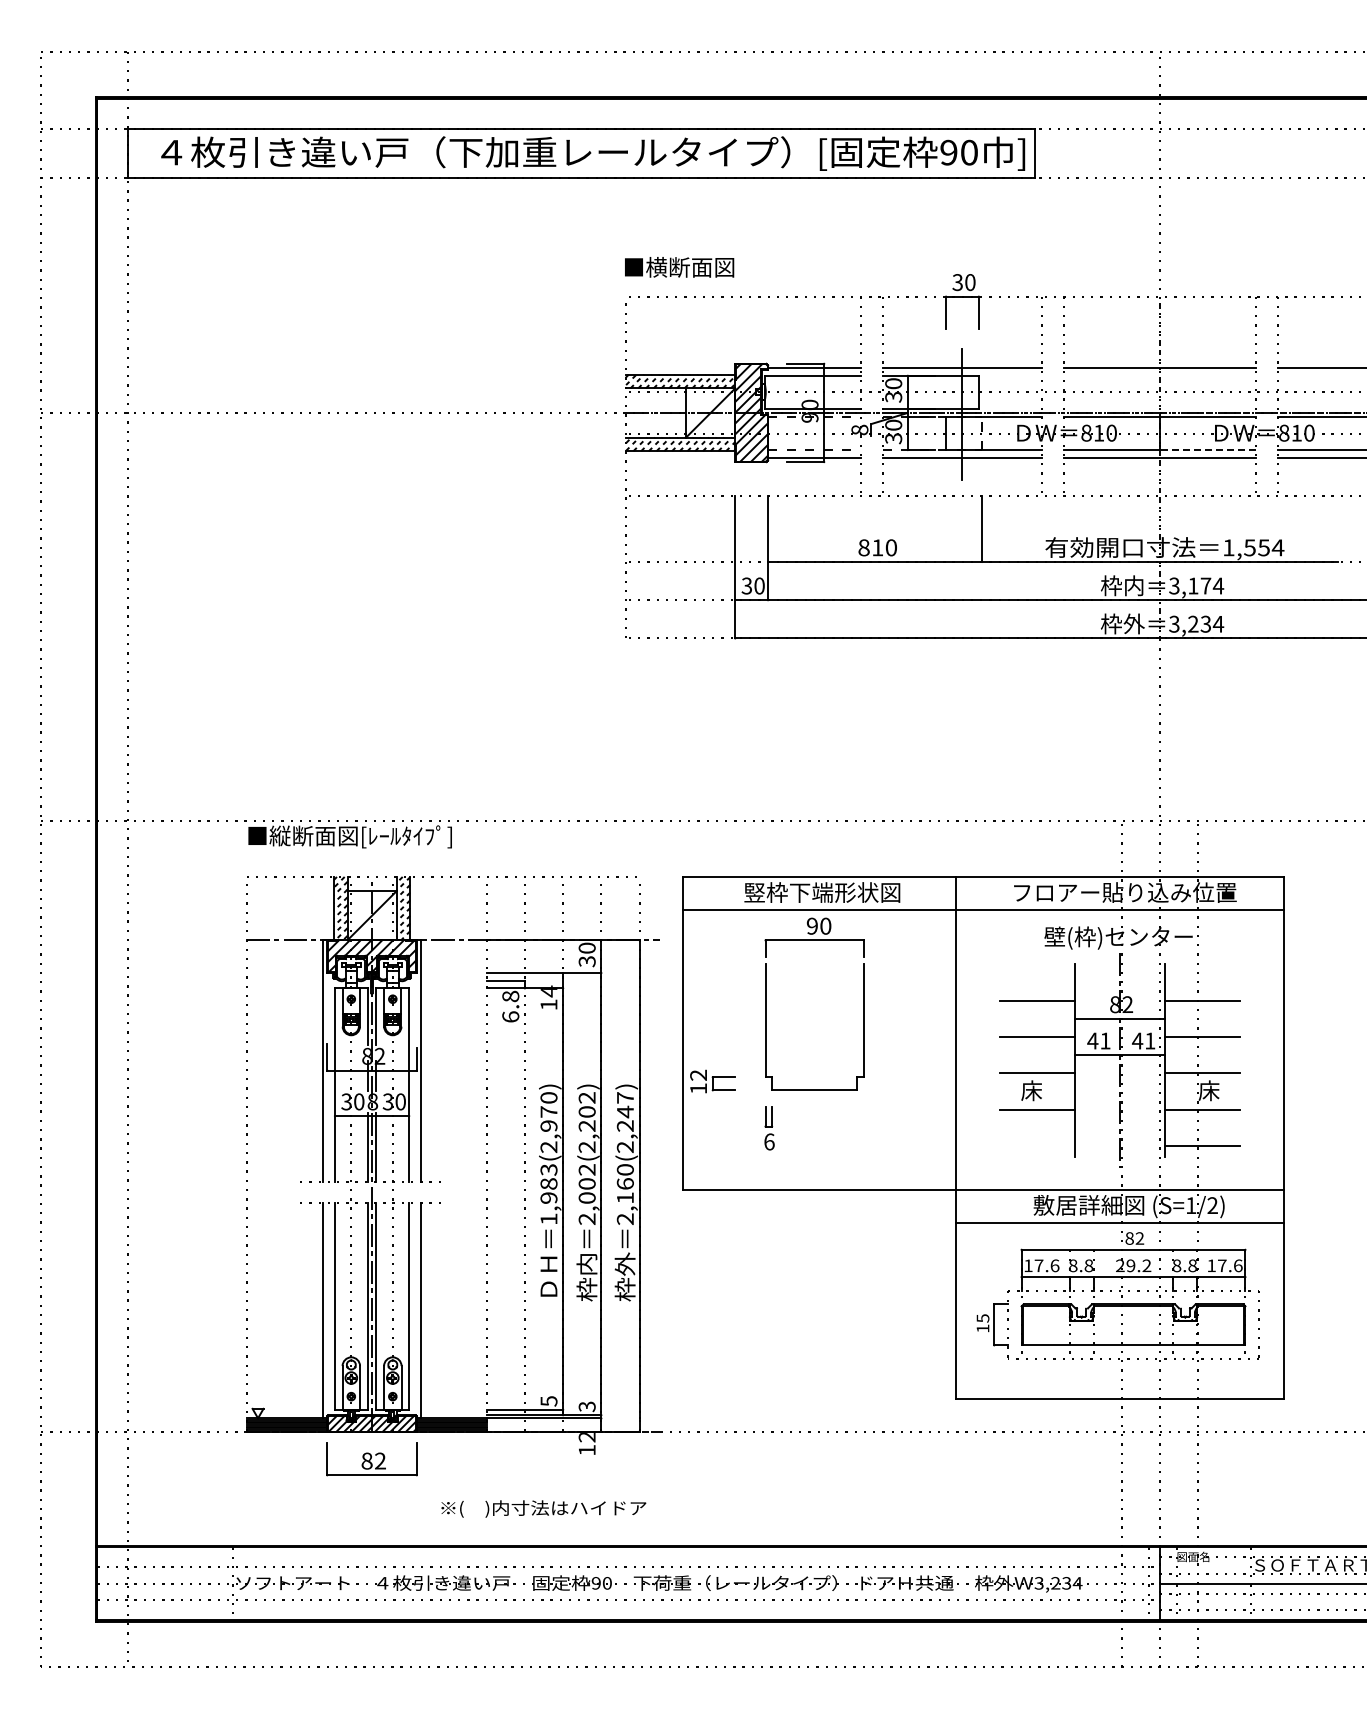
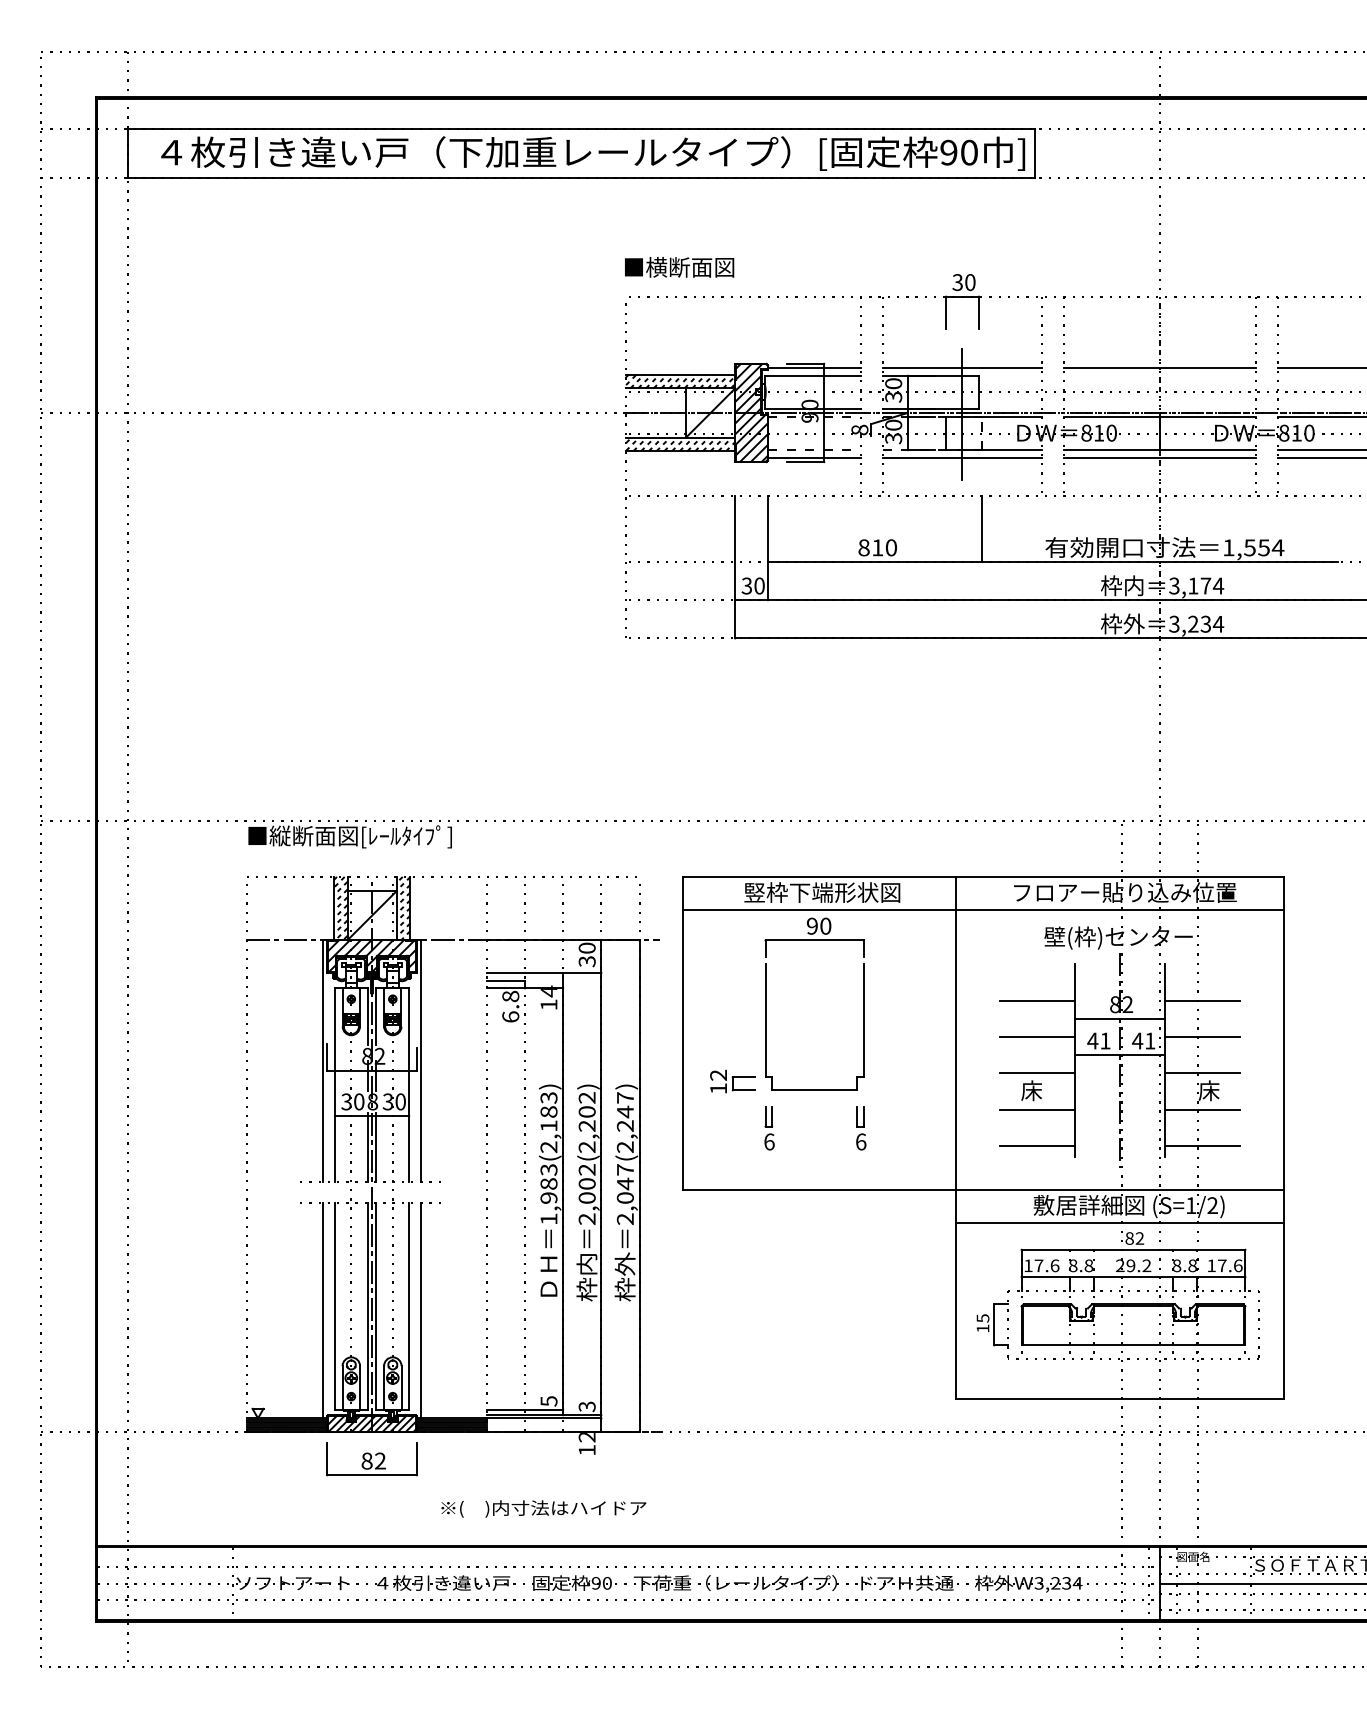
line at (1207, 450): dashed -> solid
part at (712, 1081) position: (712, 1081) -> (732, 1081)
text at (548, 1111): 1,983(2,970) -> 1,983(2,183)
part at (861, 1128): none -> present
line at (1037, 1146): none -> present
text at (624, 1183): 2,160(2,247) -> 2,047(2,247)
